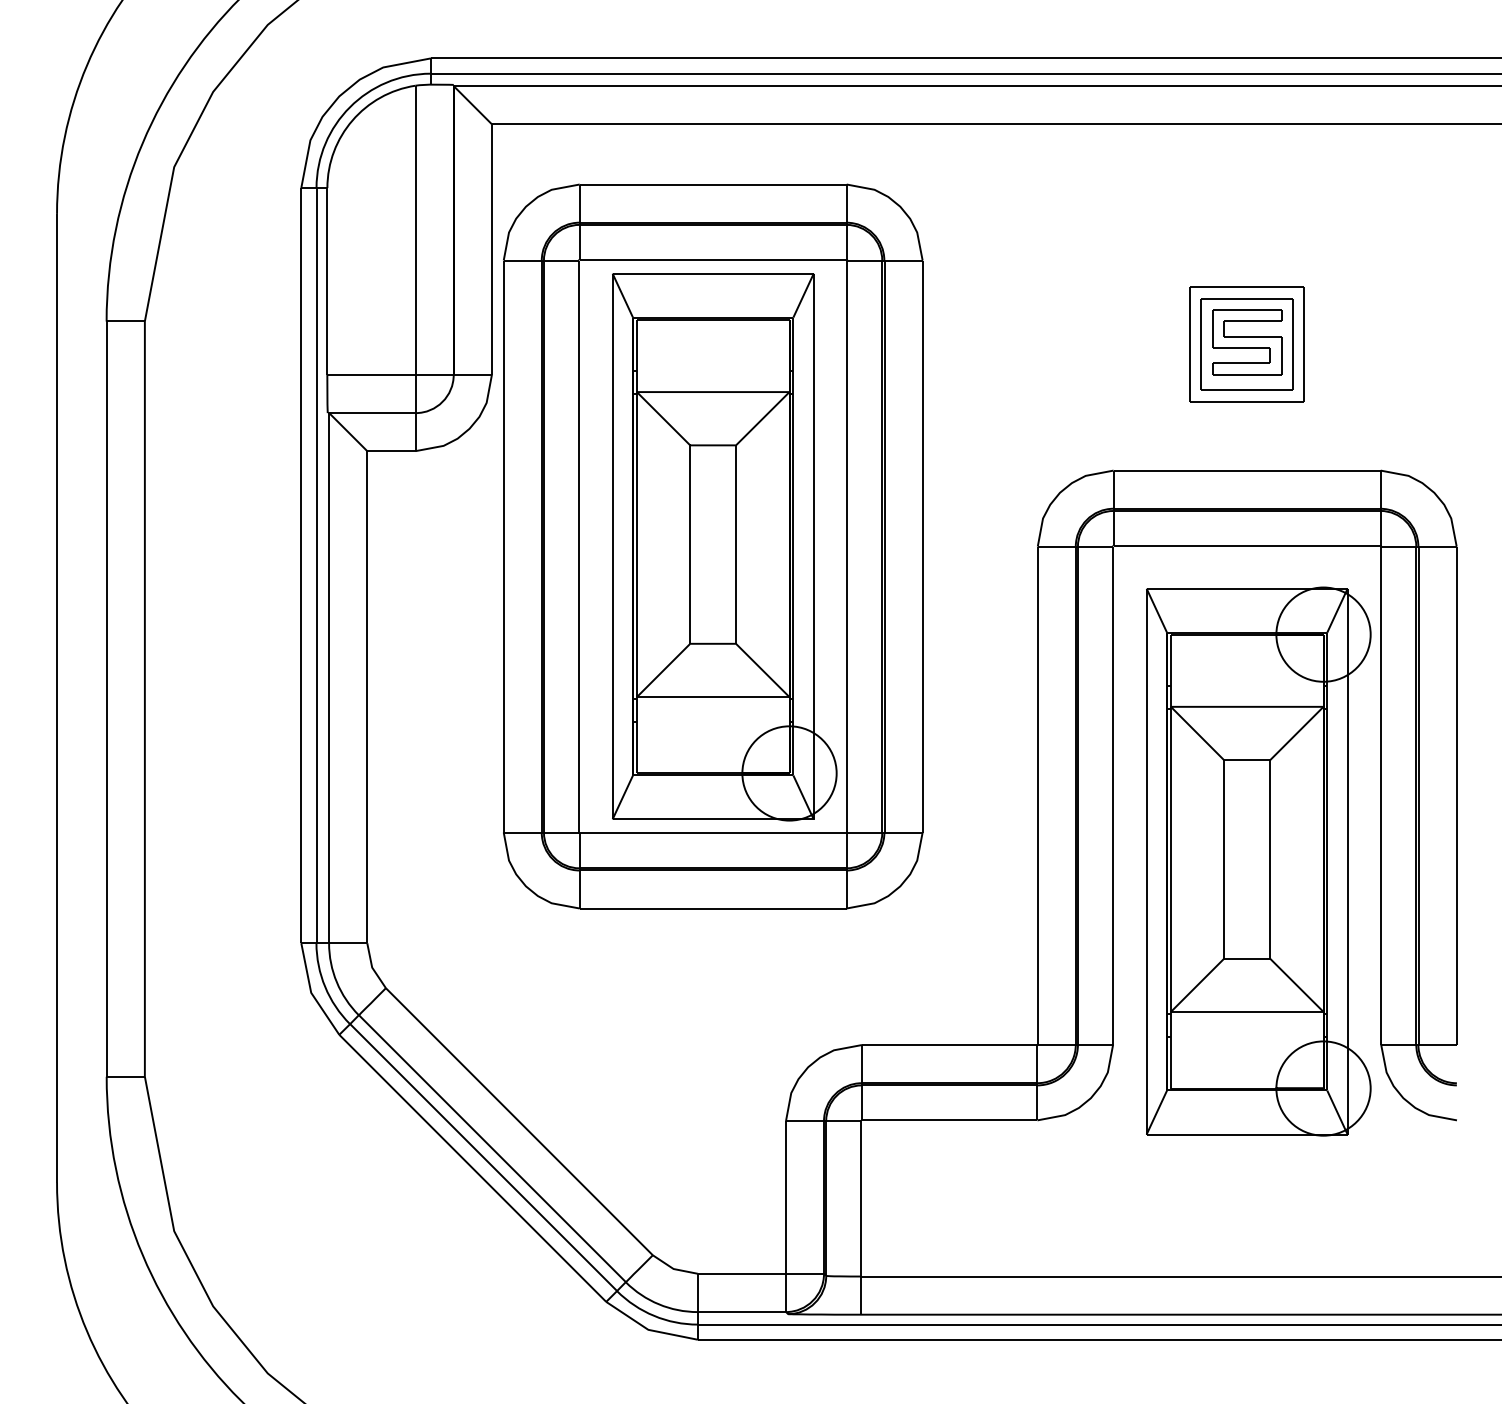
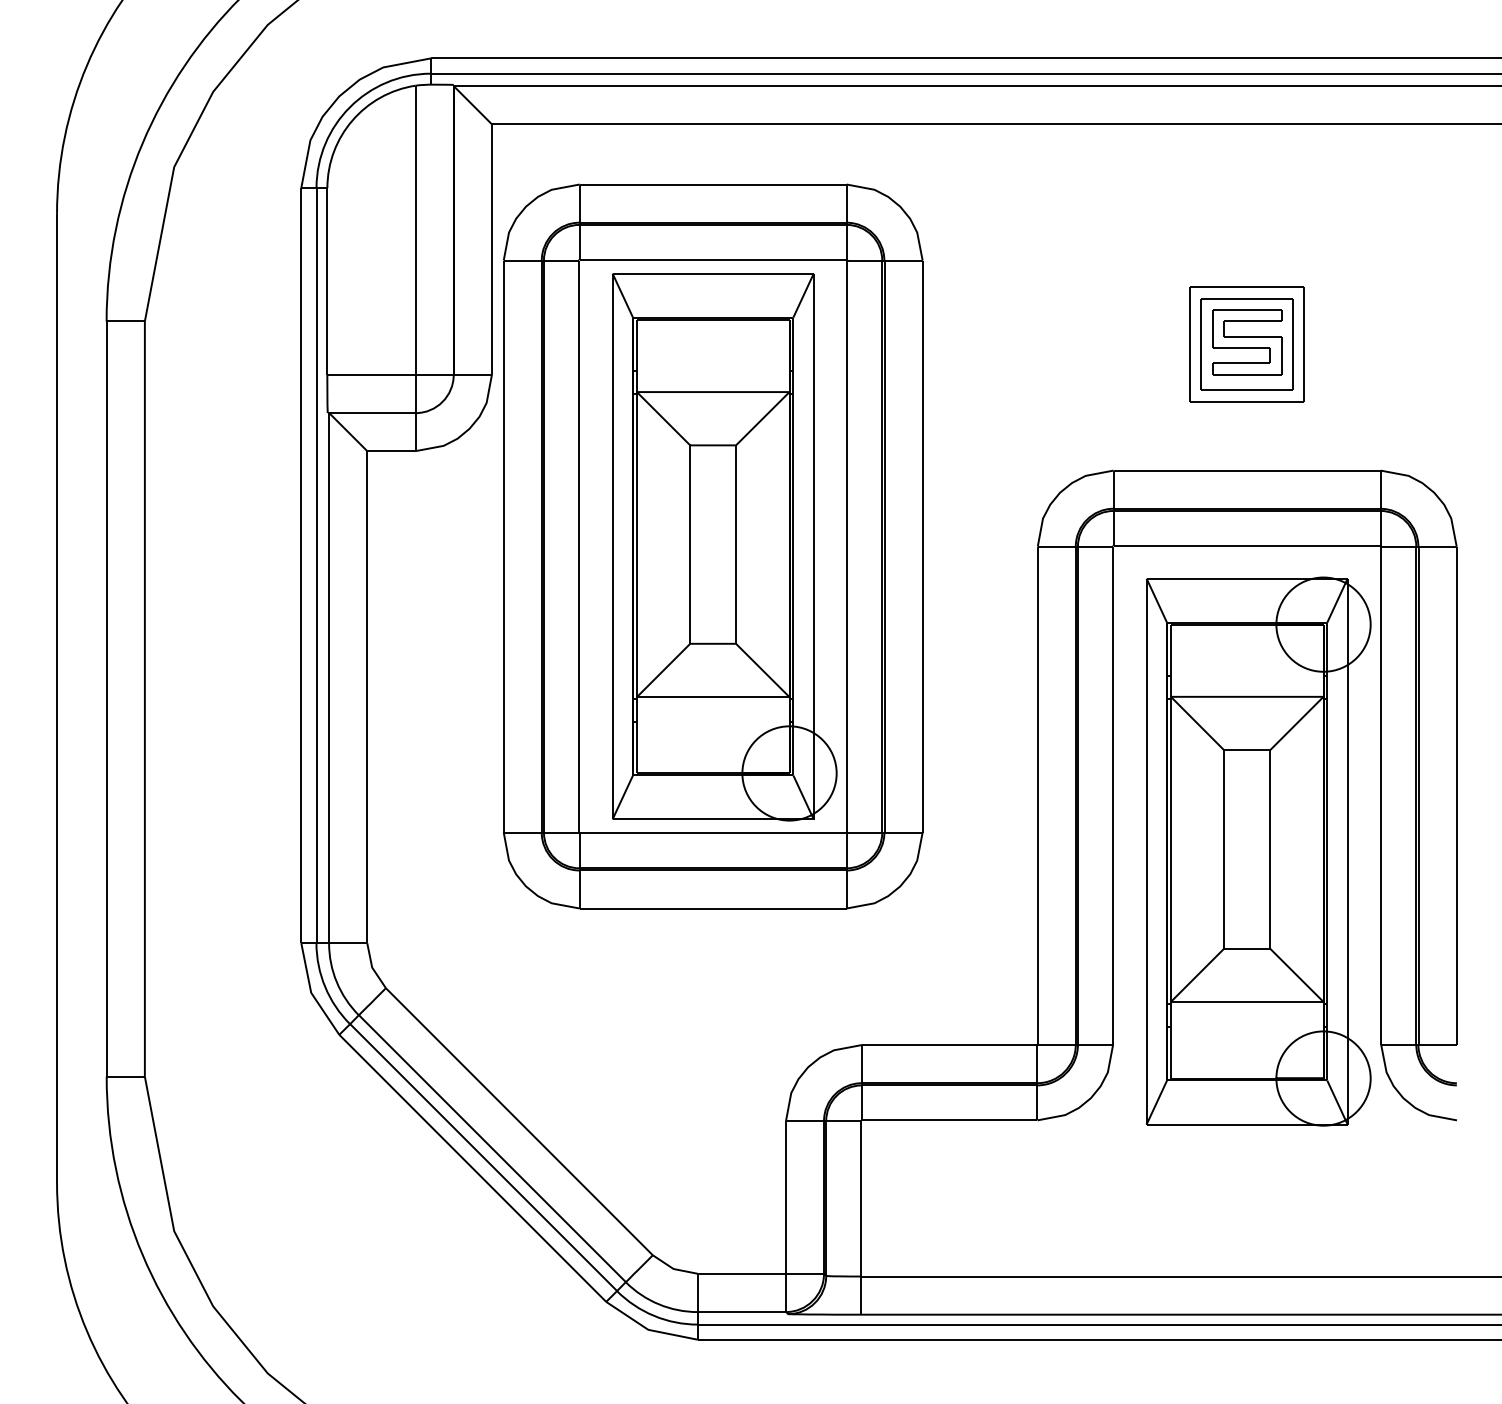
part at (1258, 861) position: (1258, 861) -> (1258, 851)
